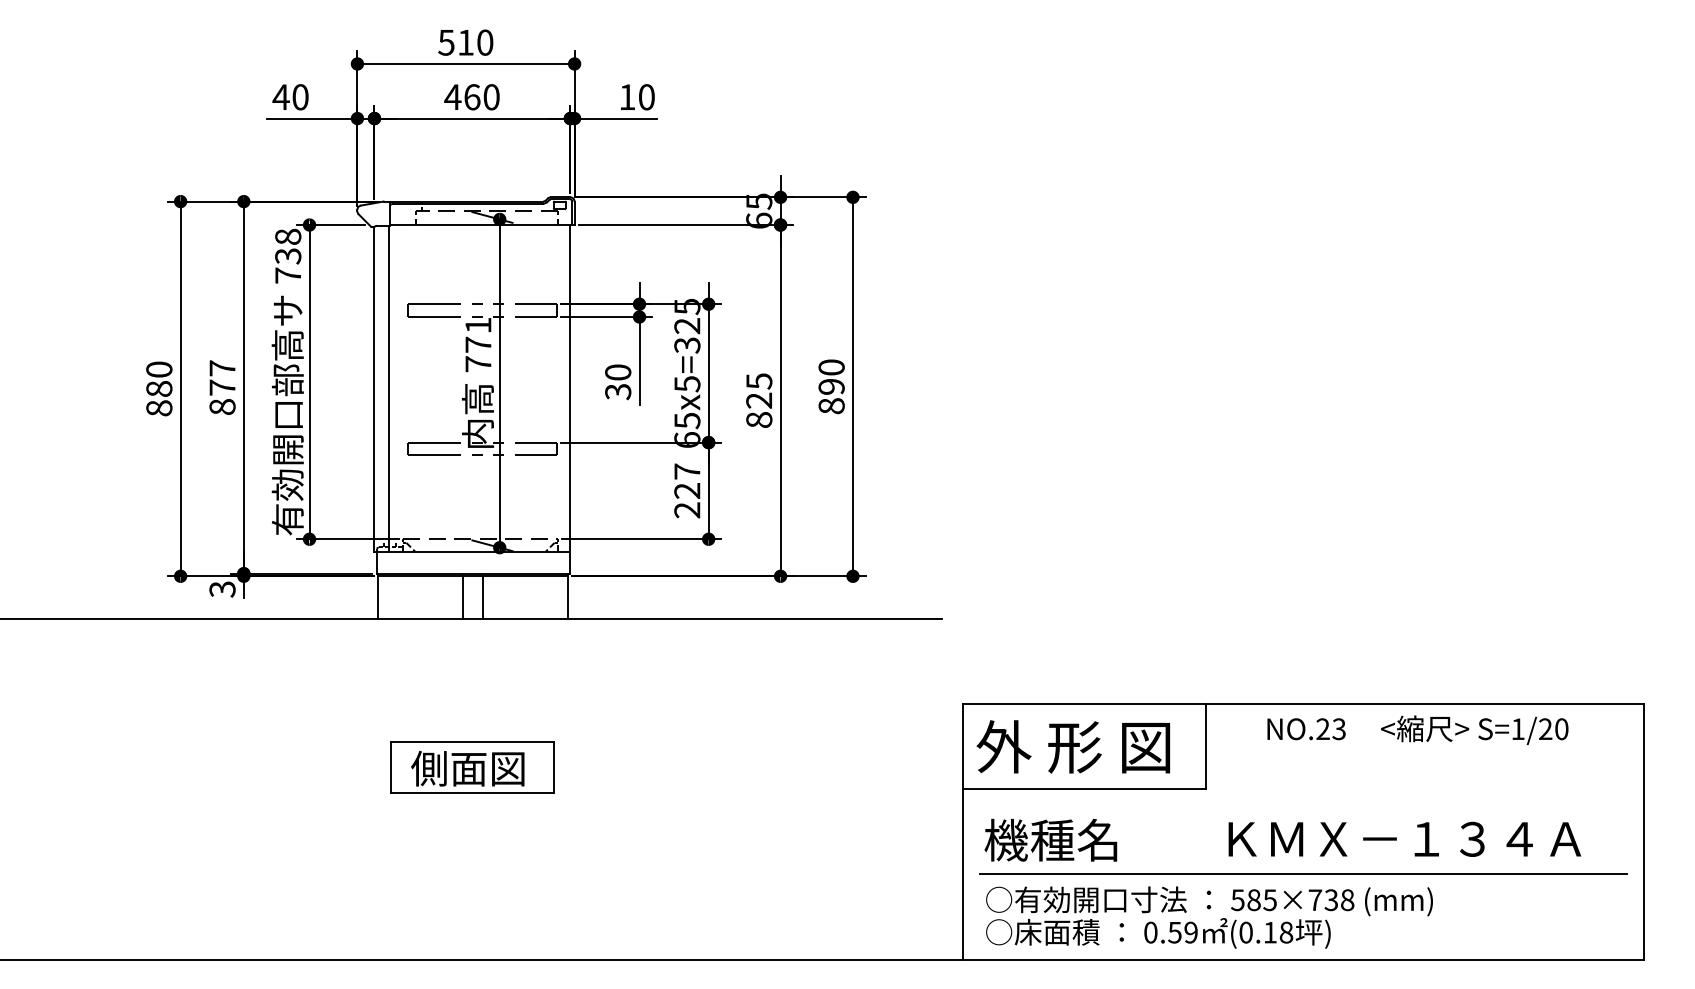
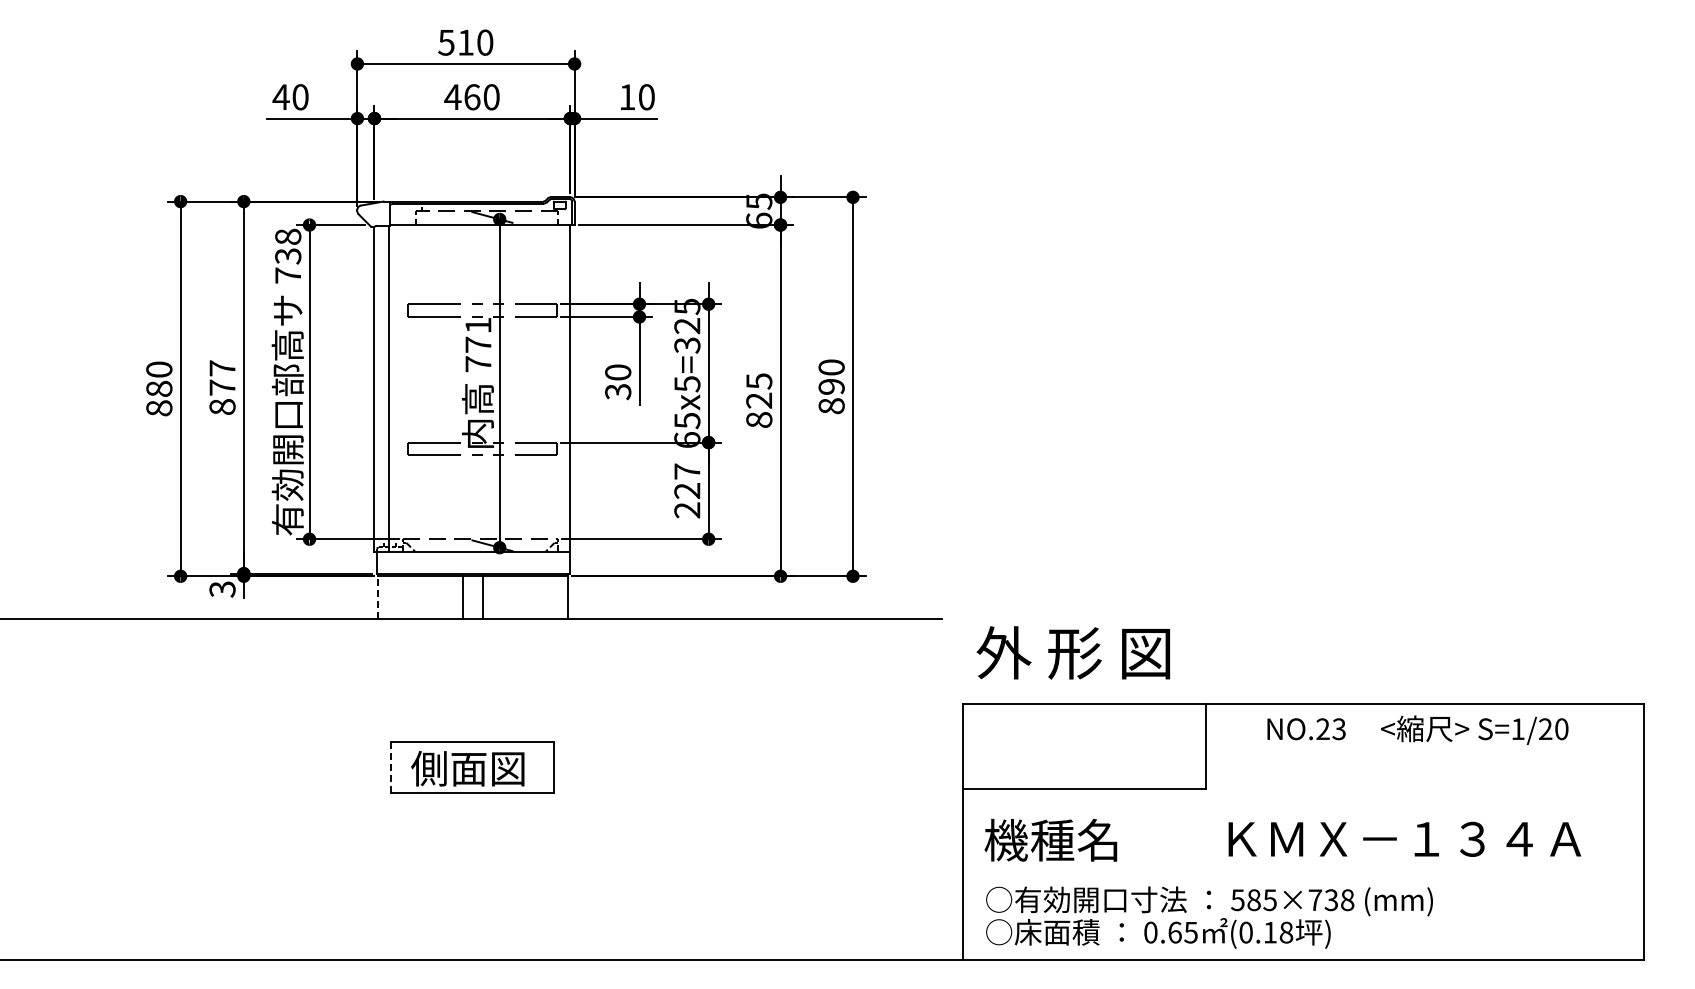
line at (378, 597): solid -> dashed
text at (1072, 746) position: (1072, 746) -> (1072, 652)
line at (391, 767): solid -> dashed
line at (1303, 874): present -> none
text at (1182, 932): 0.59 -> 0.65
